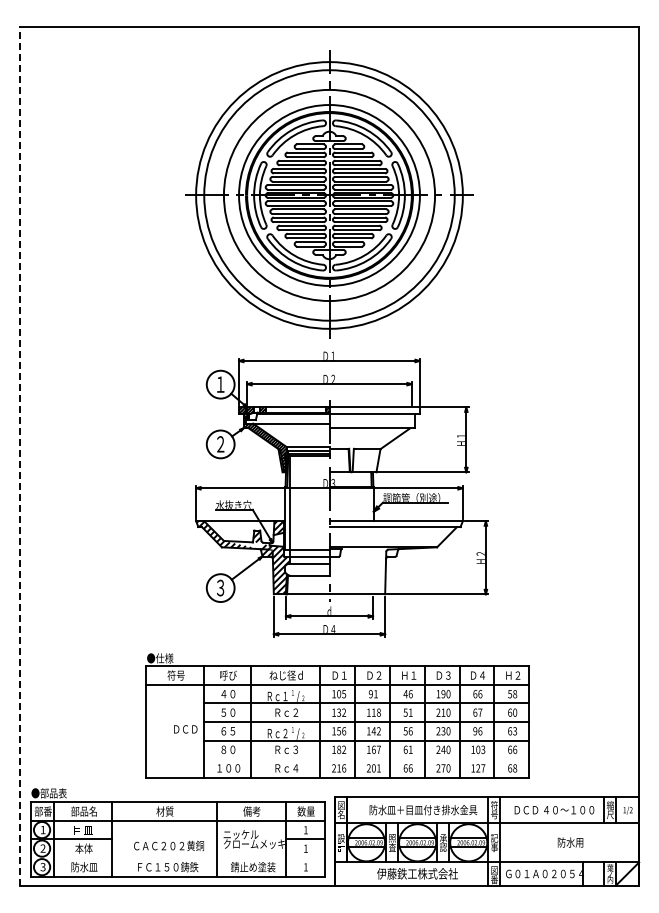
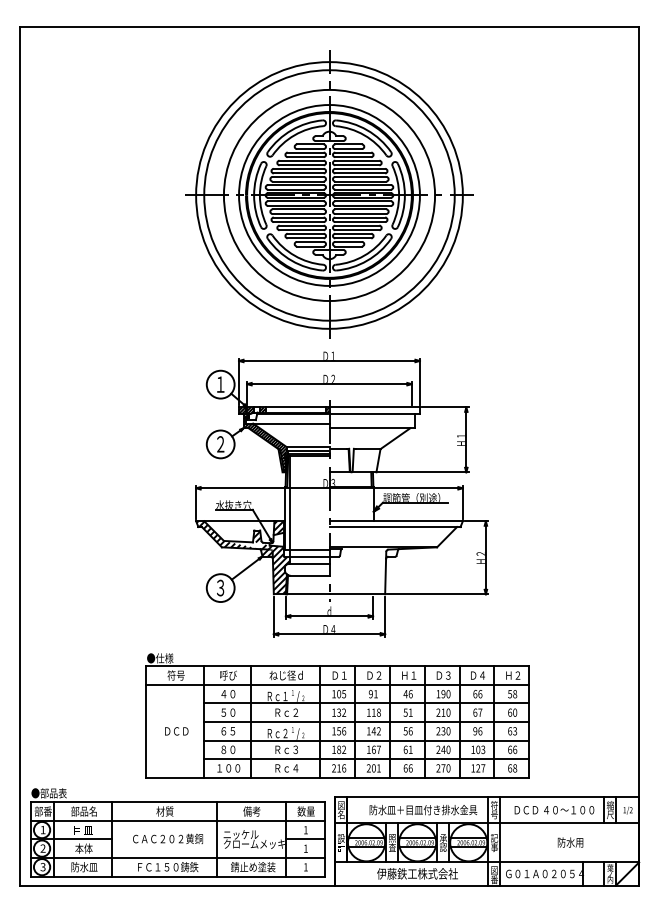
line at (19, 456): dashed -> solid
text at (185, 729) position: (185, 729) -> (176, 731)
line at (366, 759): none -> present
text at (168, 845) position: (168, 845) -> (167, 838)
line at (177, 858): none -> present
